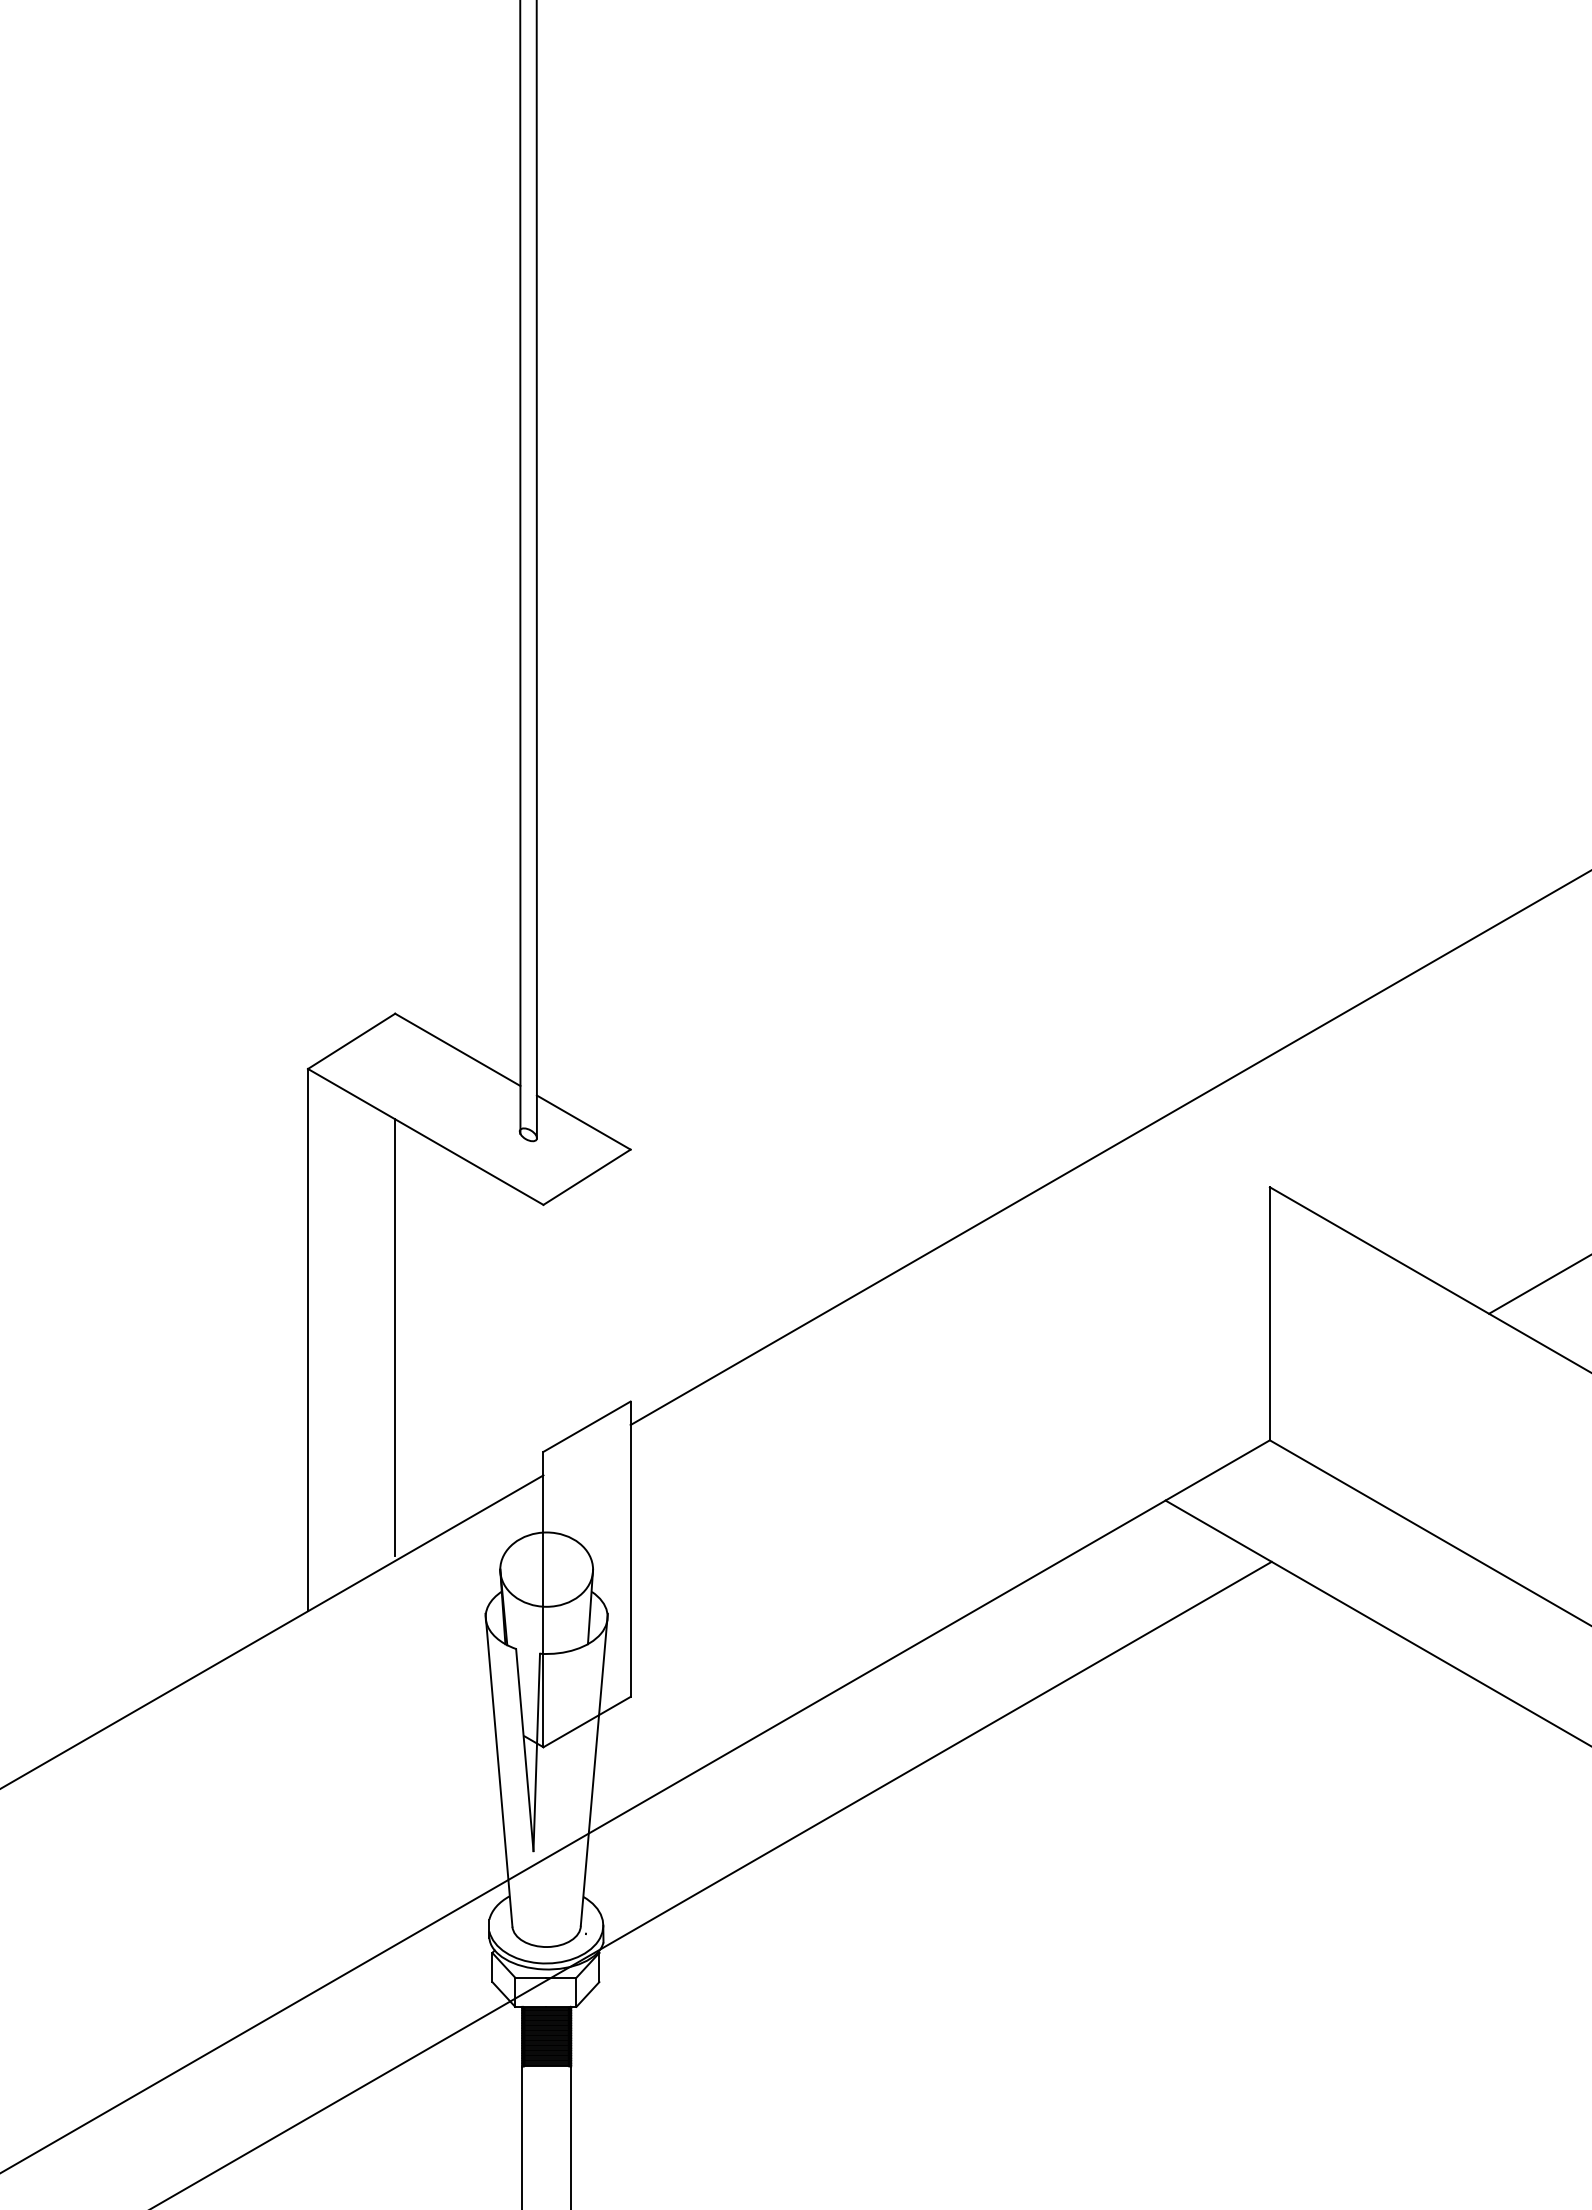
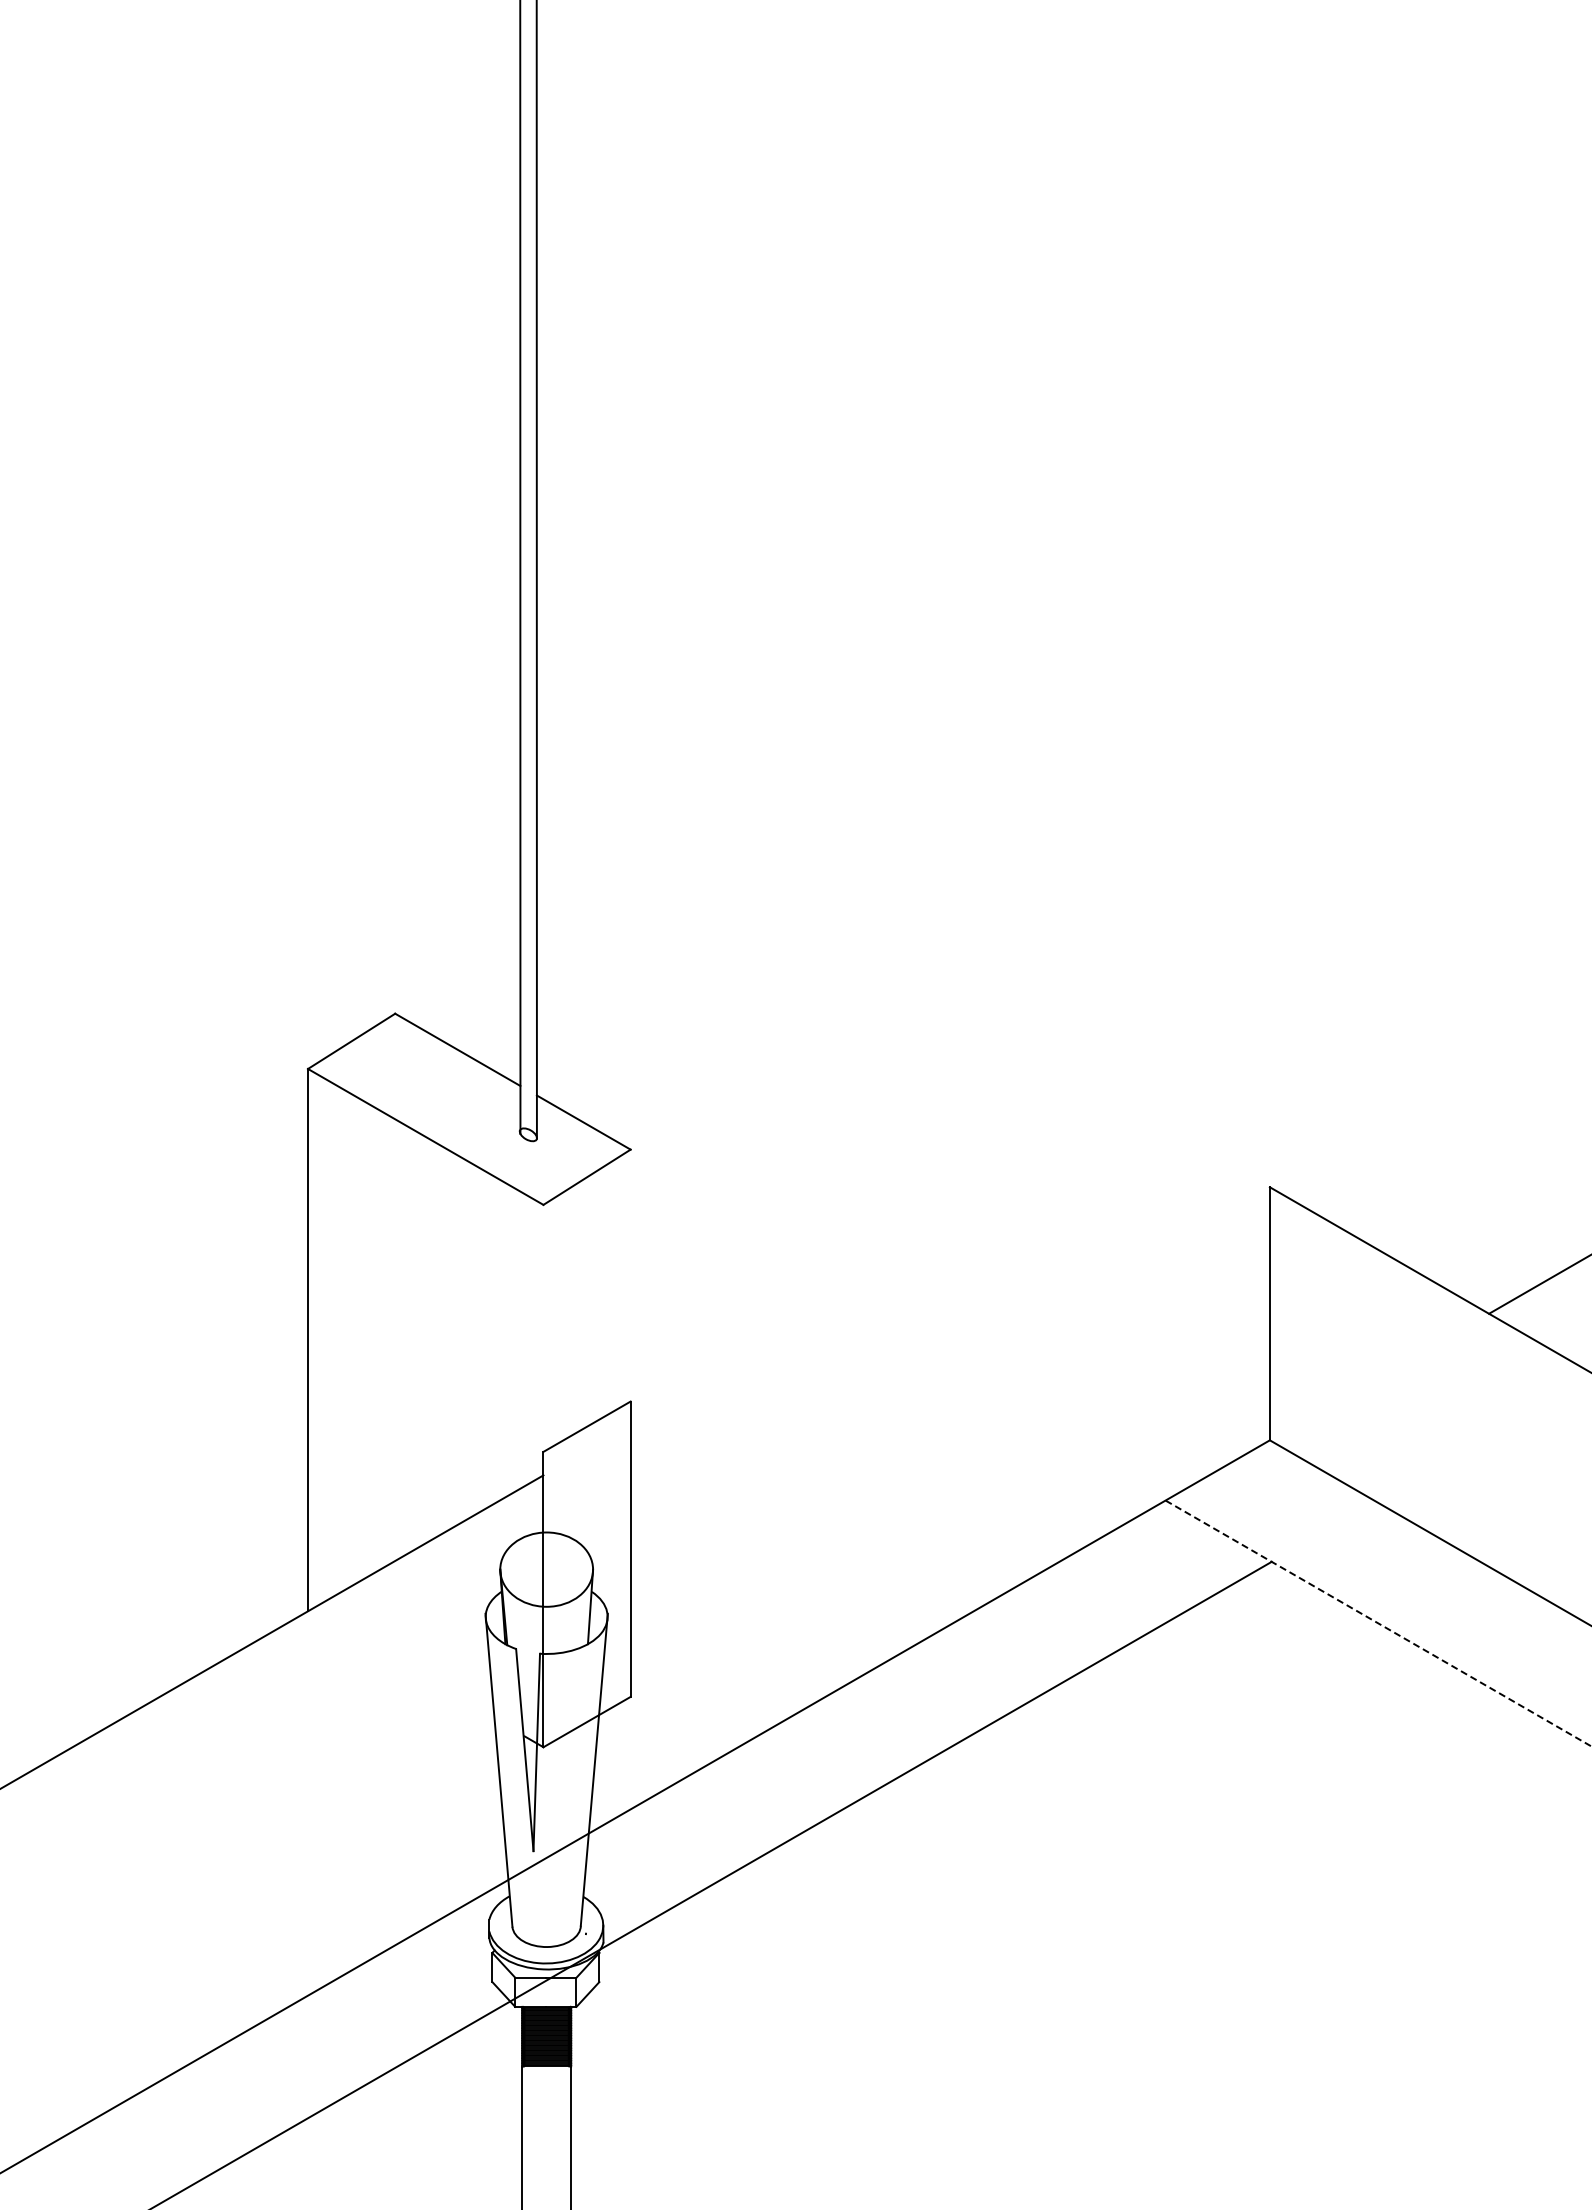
line at (1109, 1148): present -> none
line at (395, 1337): present -> none
line at (1378, 1623): solid -> dashed
